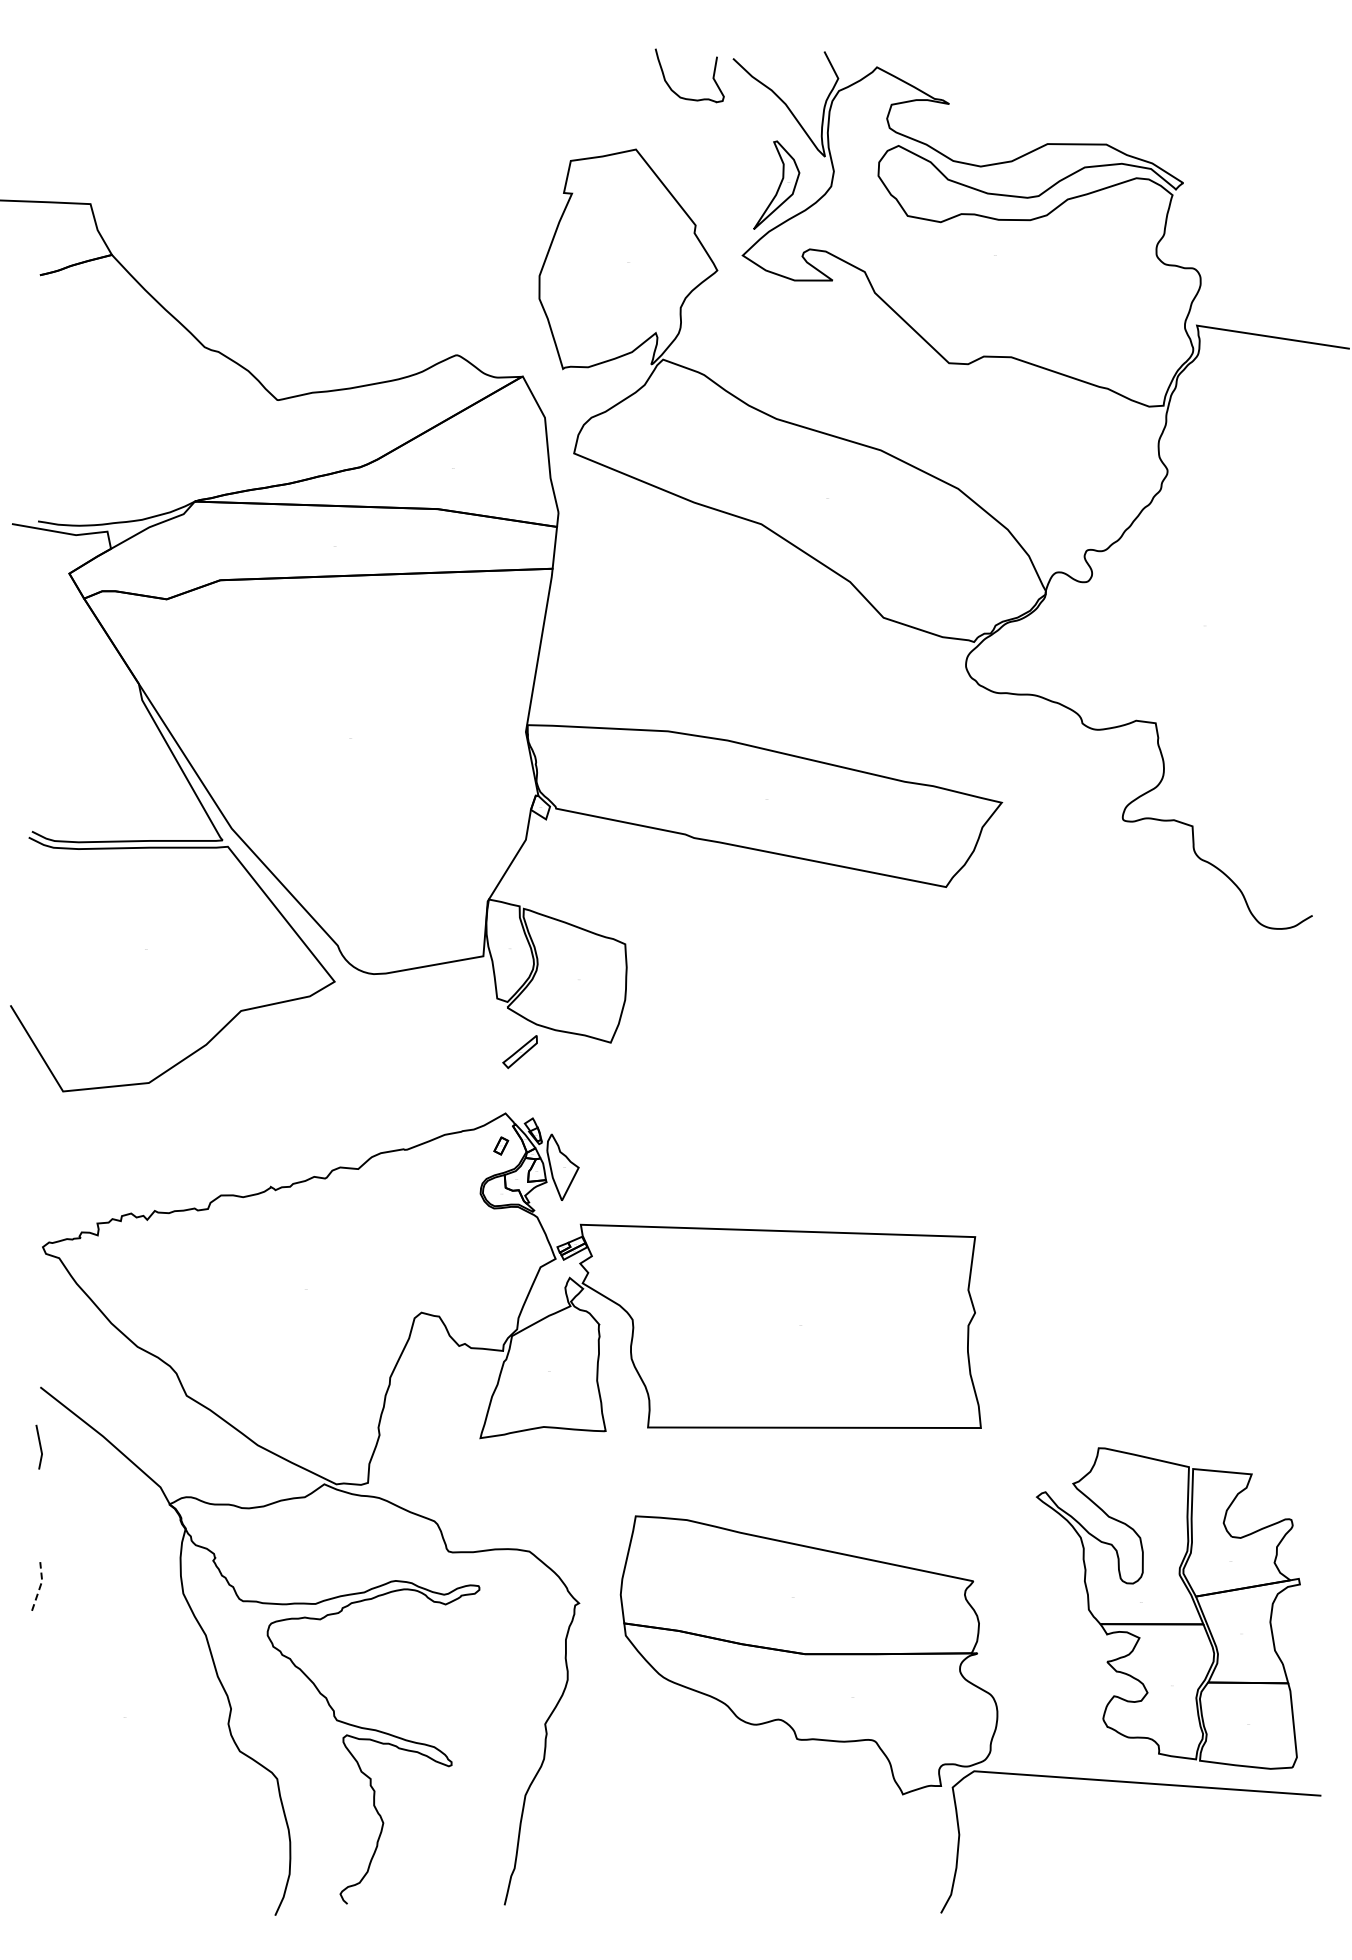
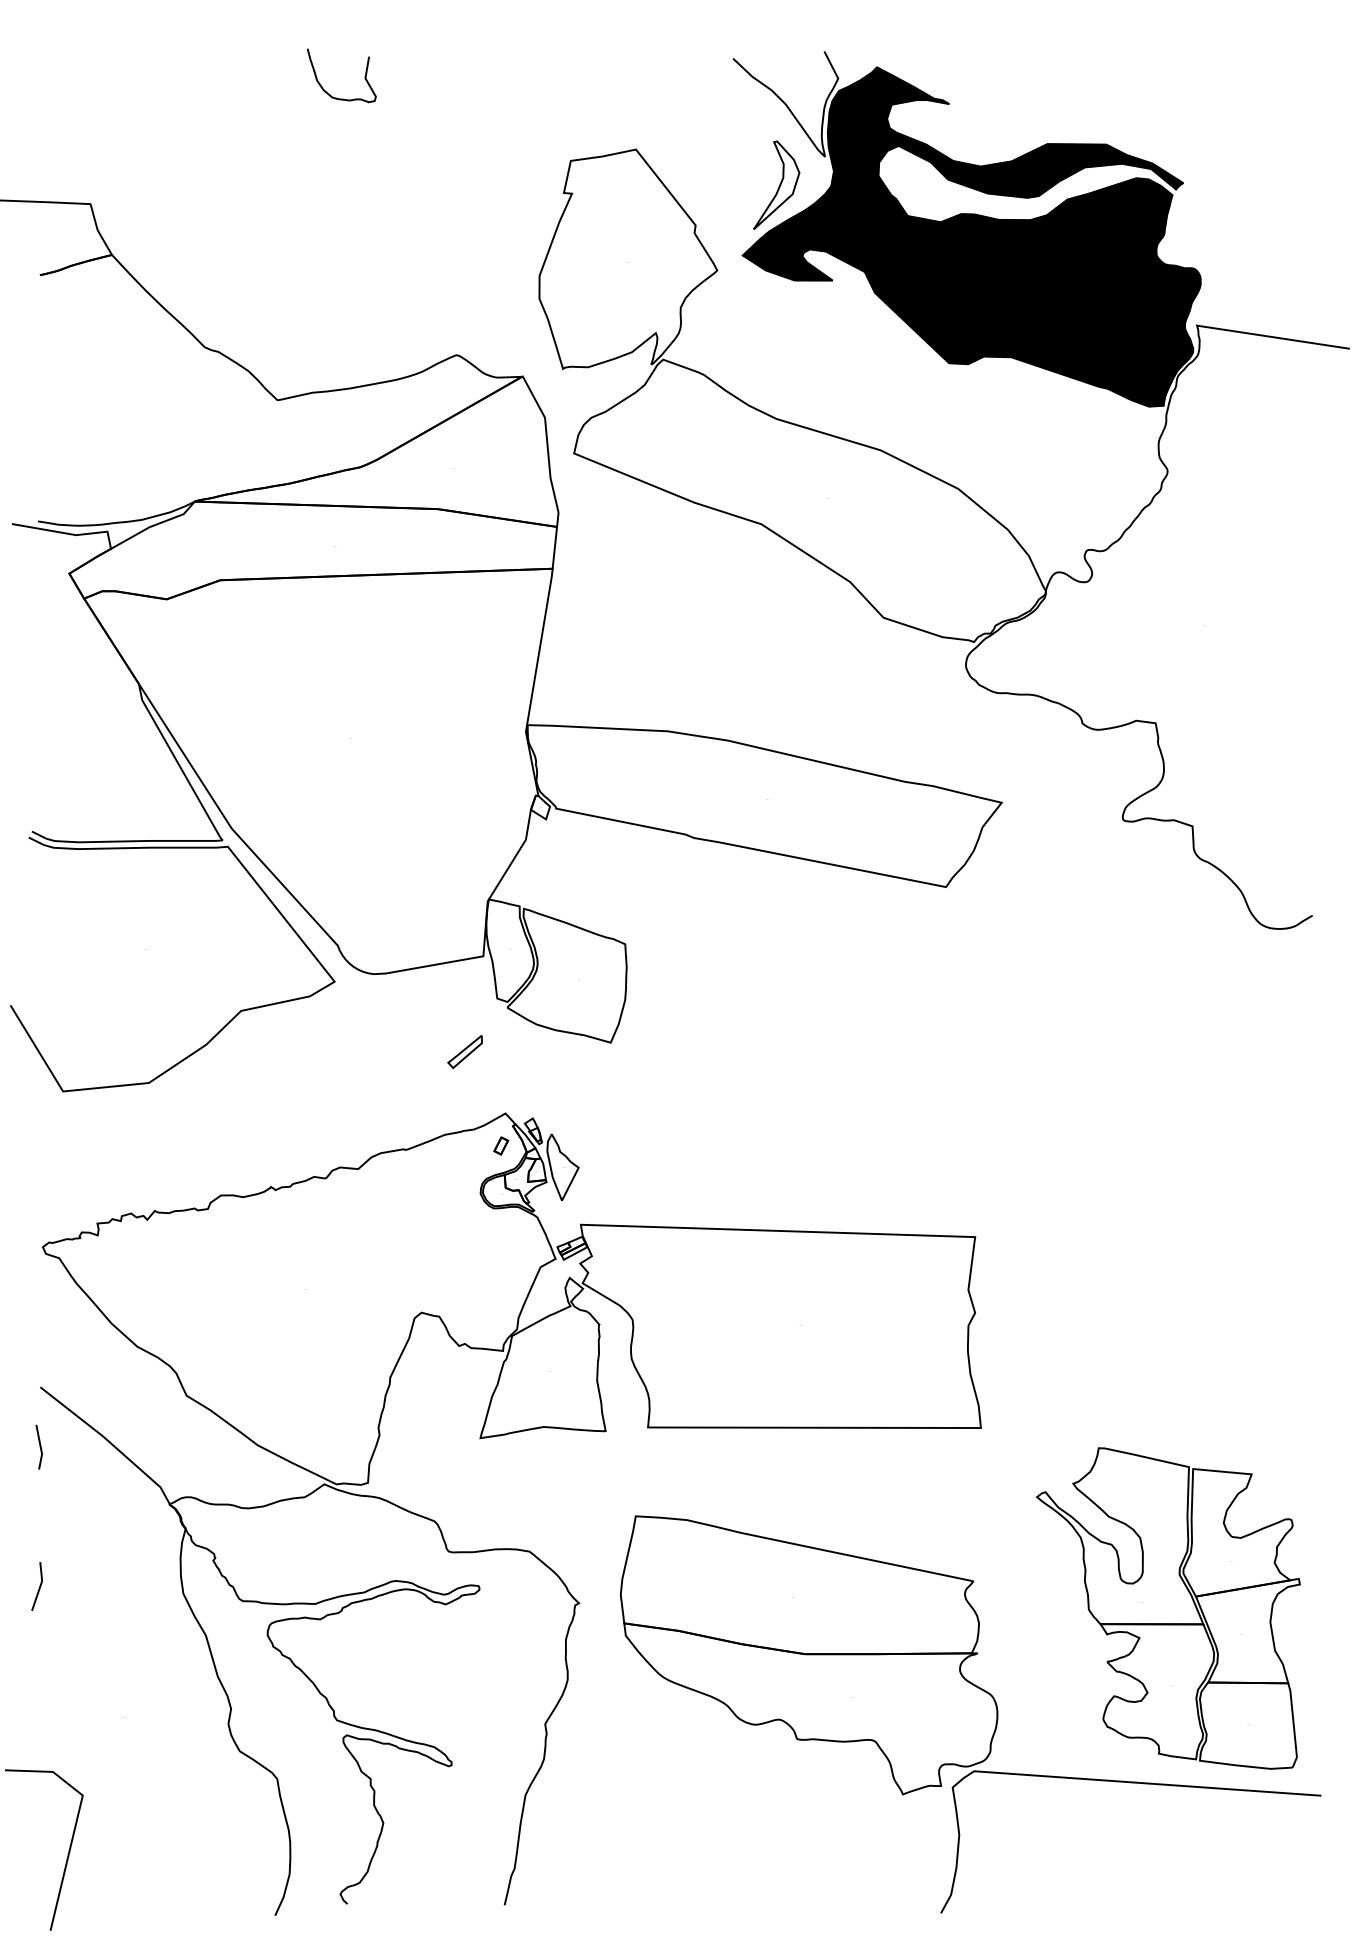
curve at (677, 93) position: (677, 93) -> (329, 93)
hatch at (971, 236): none -> present
part at (519, 1052) position: (519, 1052) -> (464, 1052)
line at (40, 1585): dashed -> solid
line at (67, 1854): none -> present
